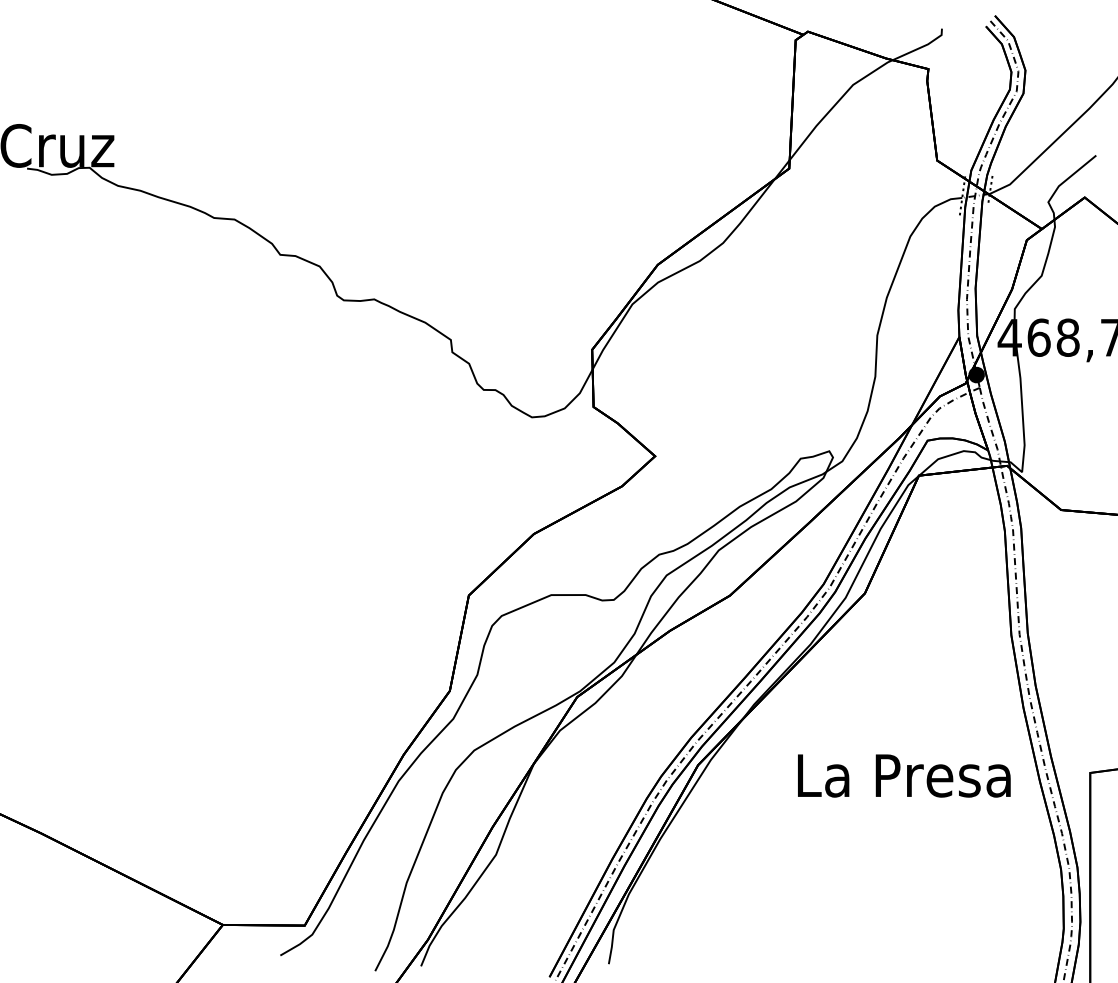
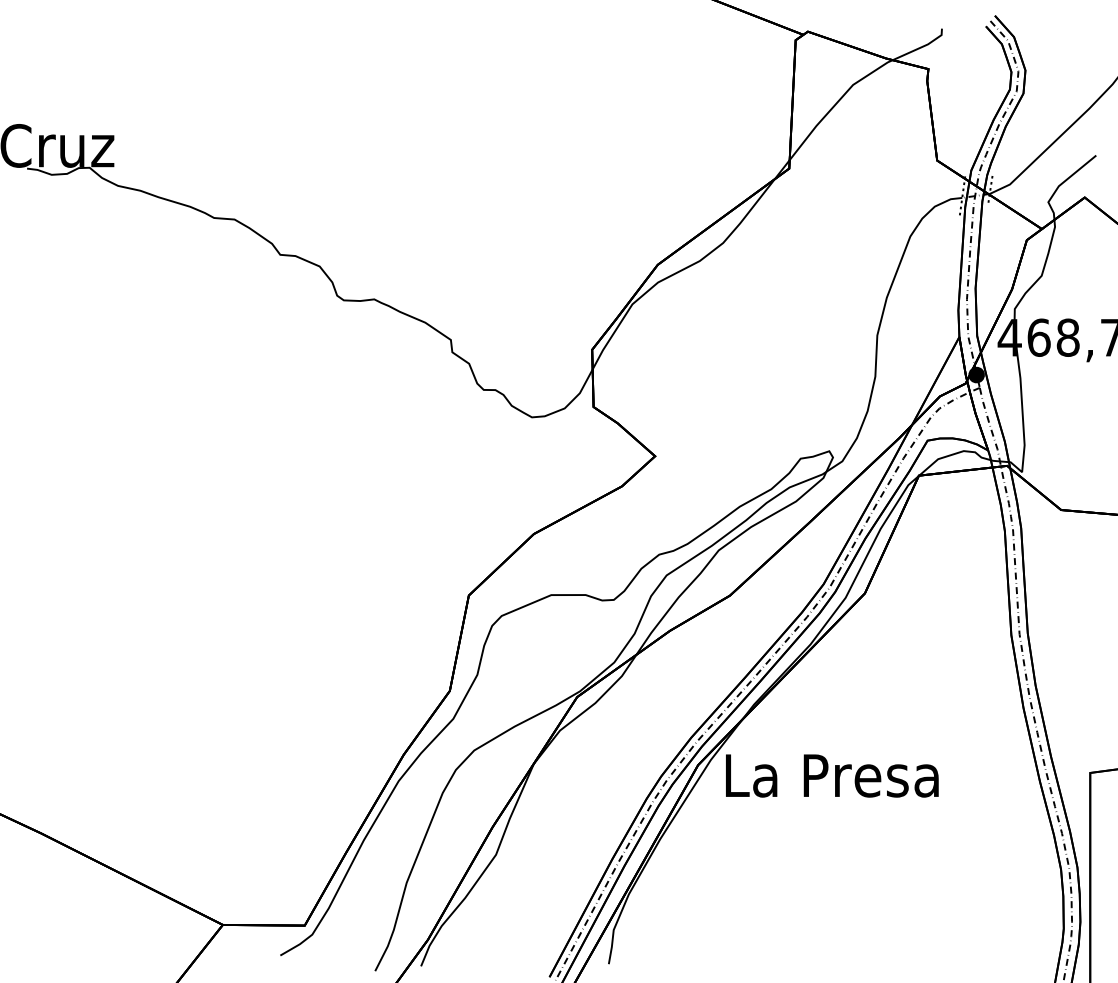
text at (904, 775) position: (904, 775) -> (832, 775)
